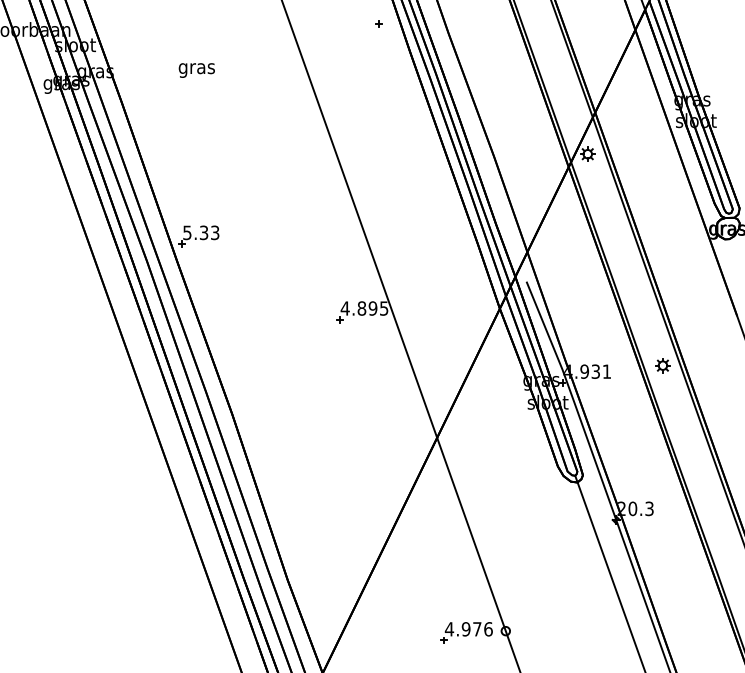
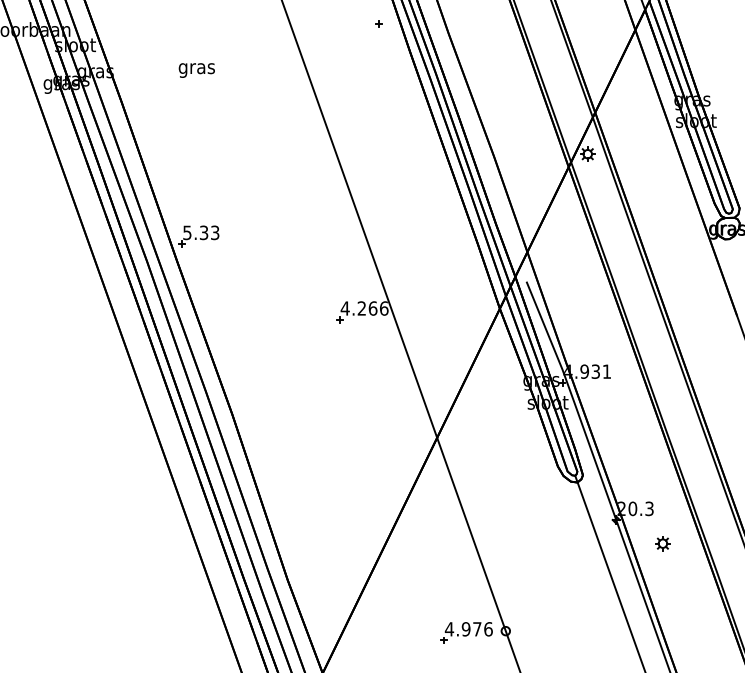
text at (372, 308): 4.895 -> 4.266
part at (662, 365) position: (662, 365) -> (662, 543)
